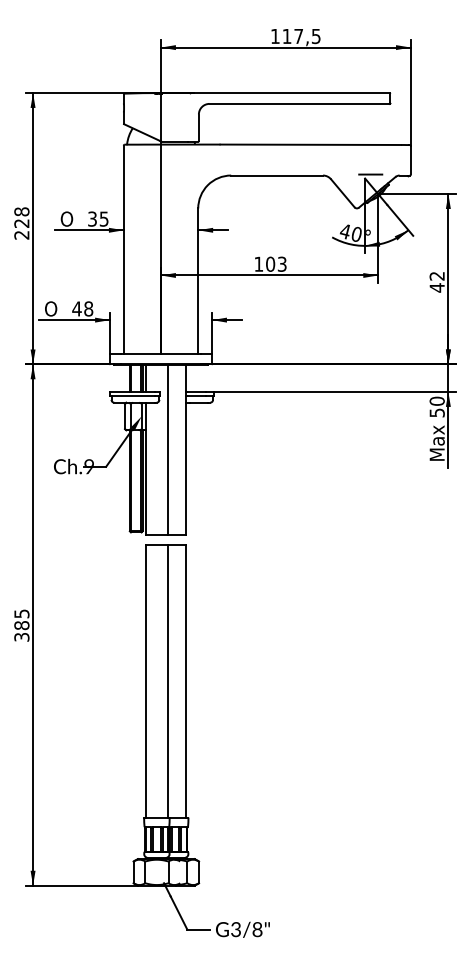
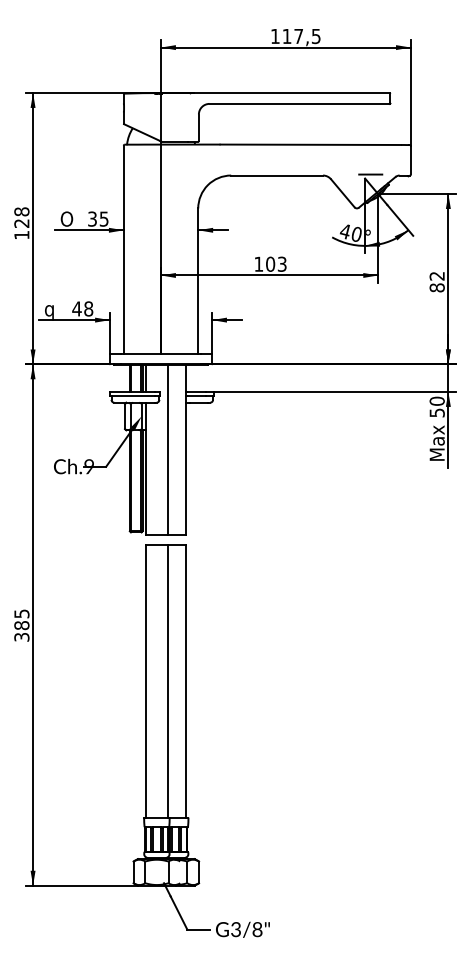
text at (21, 235): 228 -> 128
text at (436, 287): 42 -> 82
text at (51, 309): O -> q
